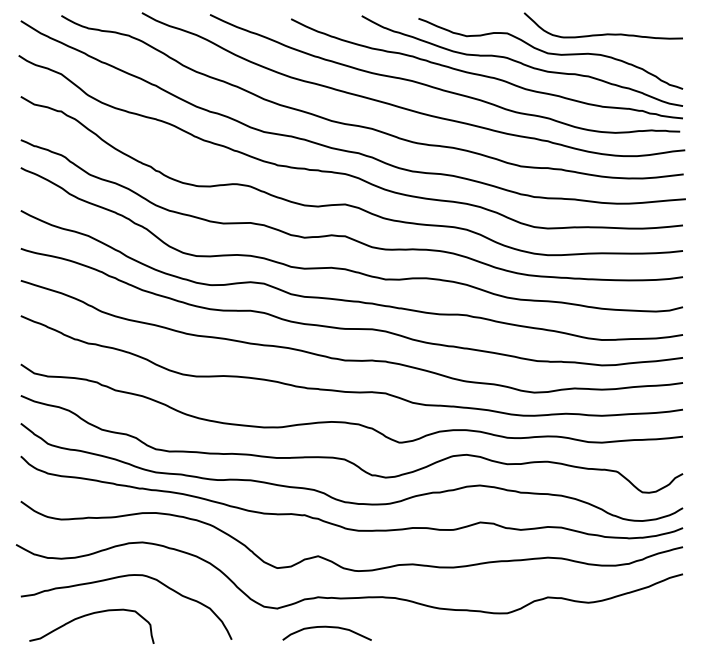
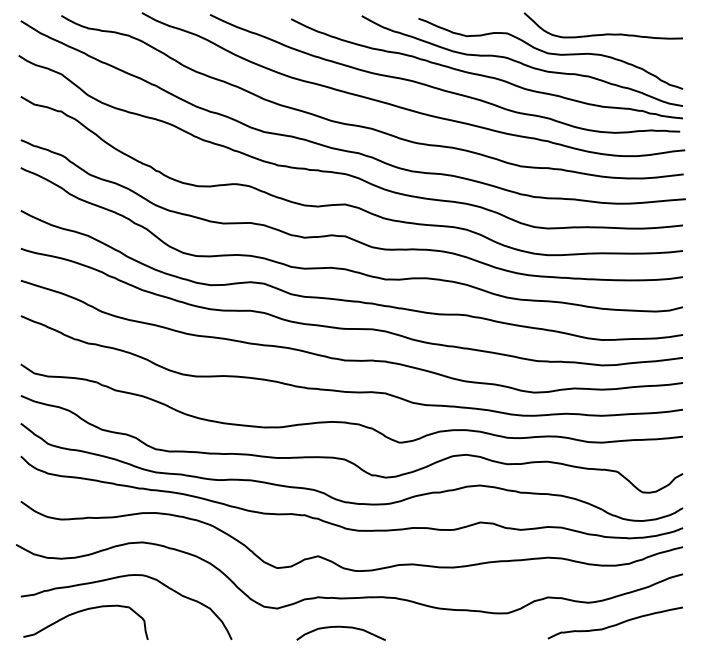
curve at (89, 615) position: (89, 615) -> (83, 611)
curve at (614, 624): none -> present
curve at (326, 627) position: (326, 627) -> (340, 627)
